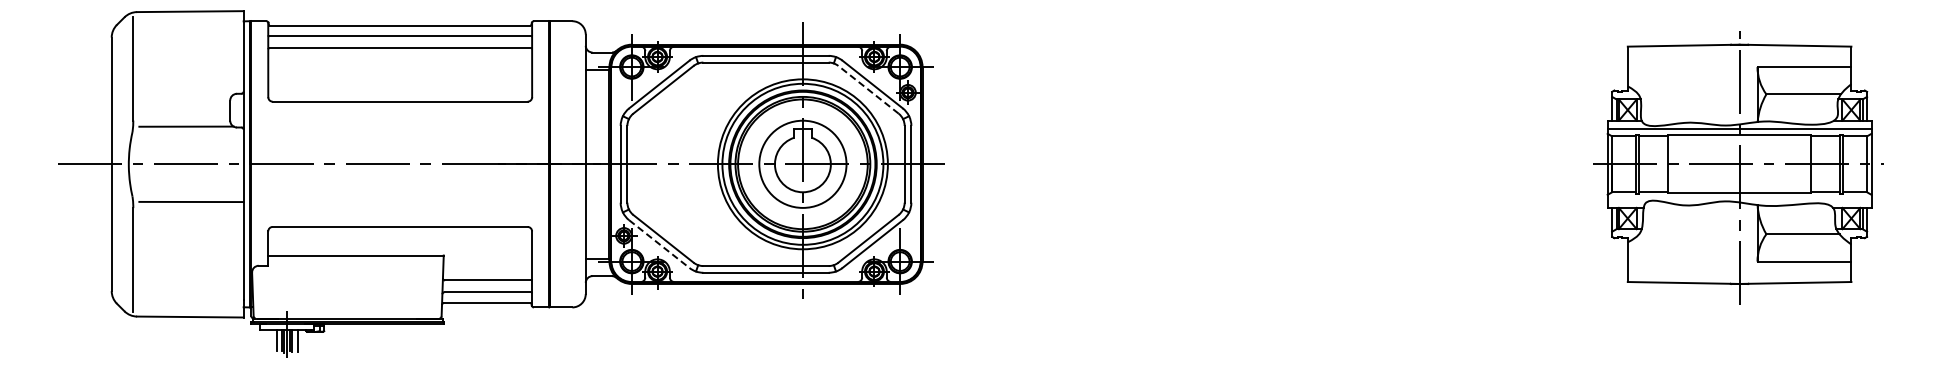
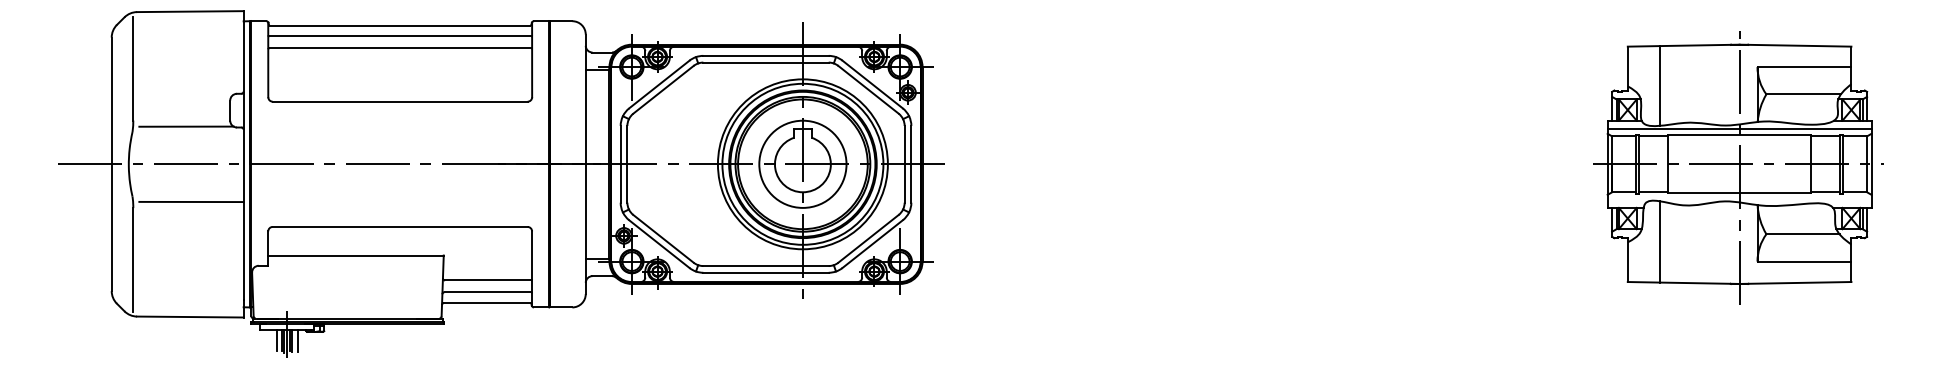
line at (1660, 85): none -> present
line at (868, 89): dashed -> solid
line at (1660, 241): none -> present
line at (659, 244): dashed -> solid
